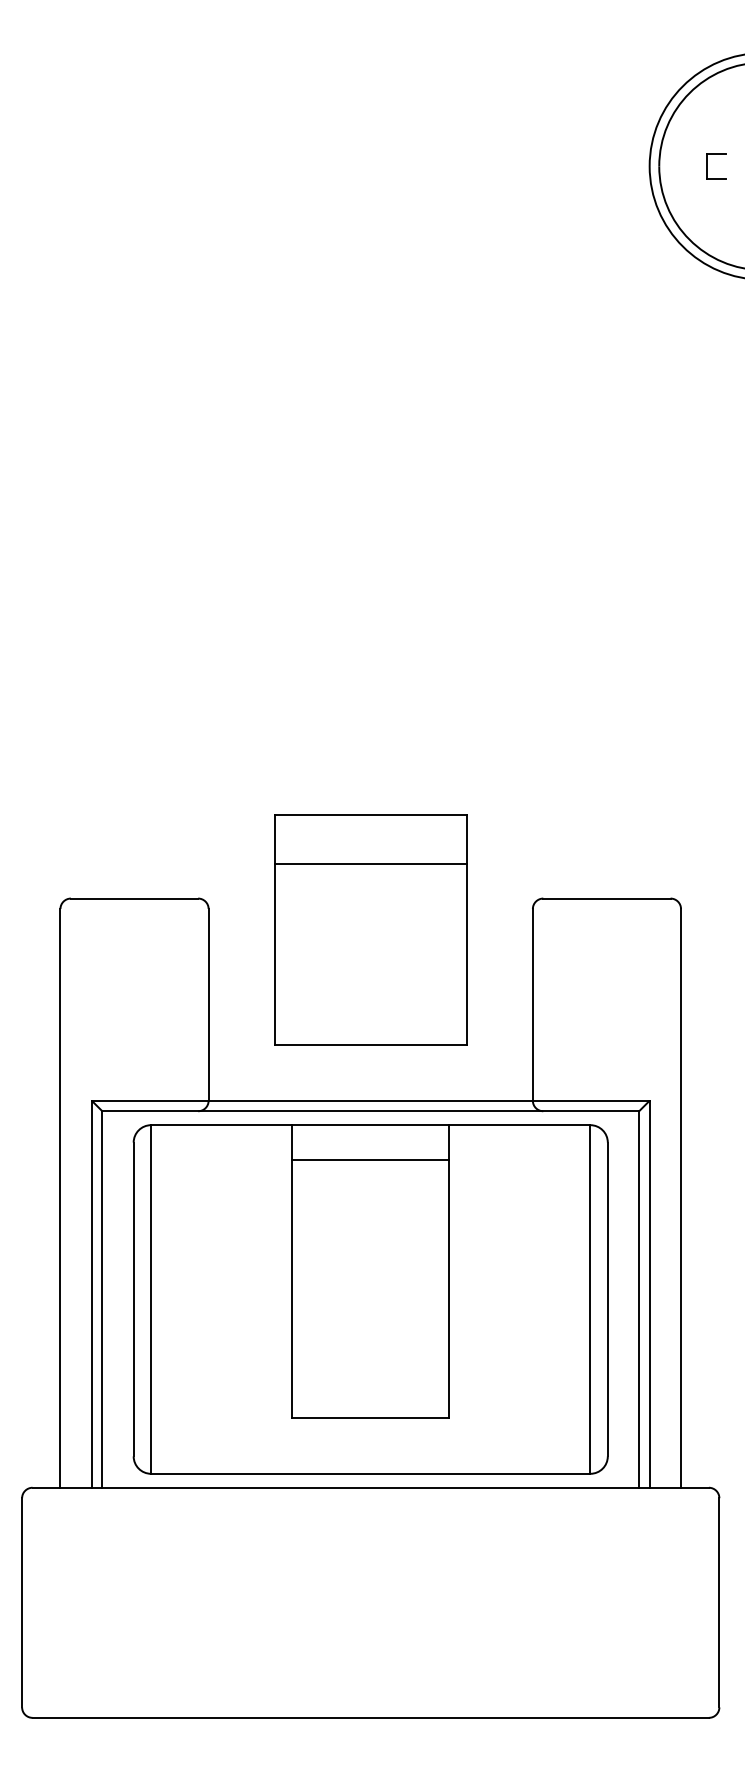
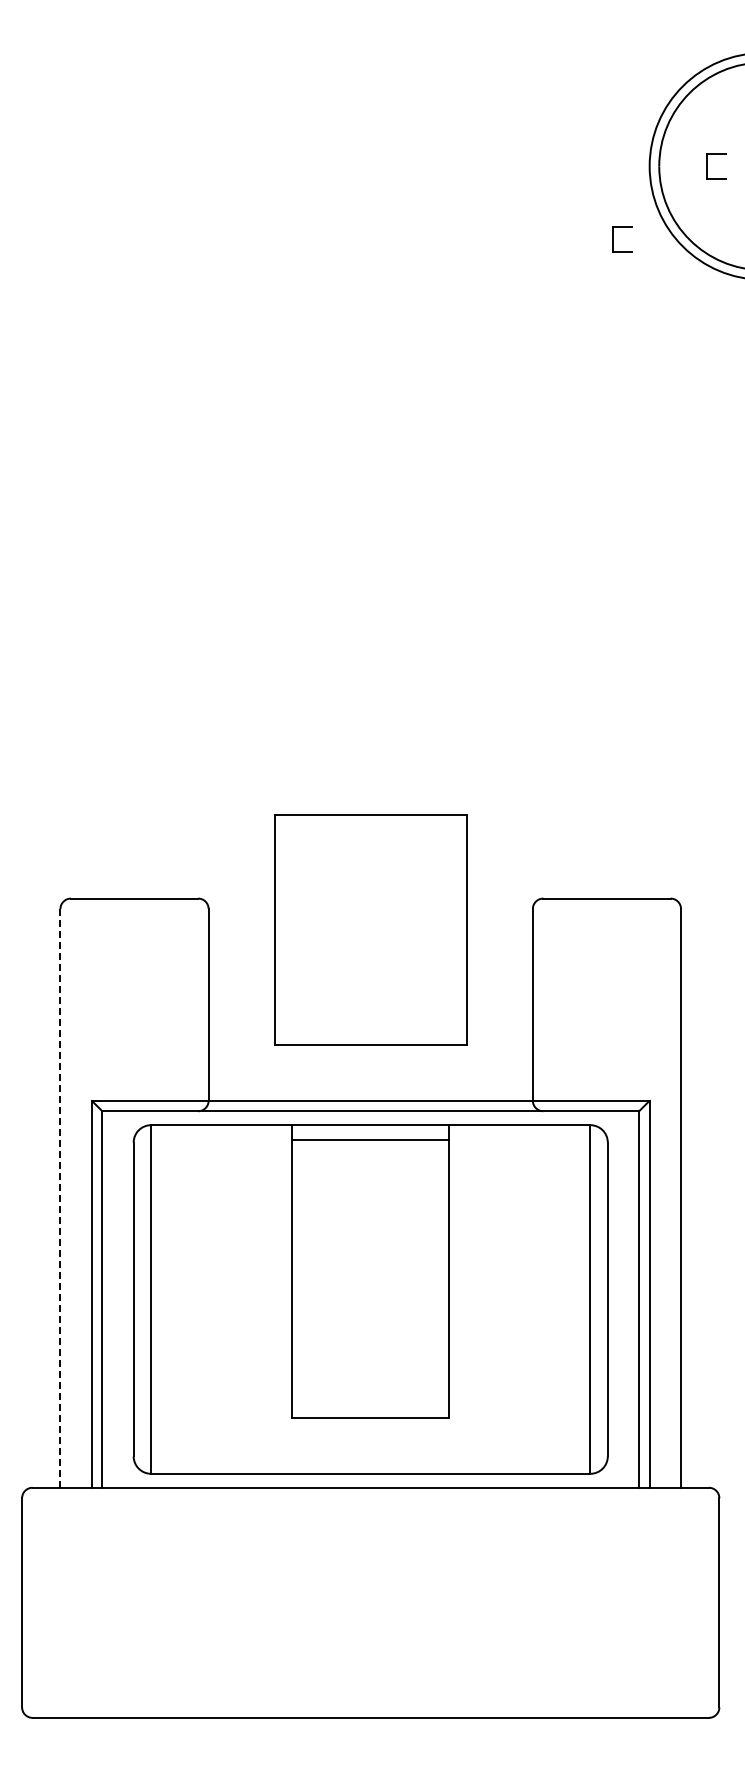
part at (613, 239): none -> present
line at (370, 863): present -> none
line at (370, 1160) position: (370, 1160) -> (370, 1140)
line at (60, 1197): solid -> dashed
